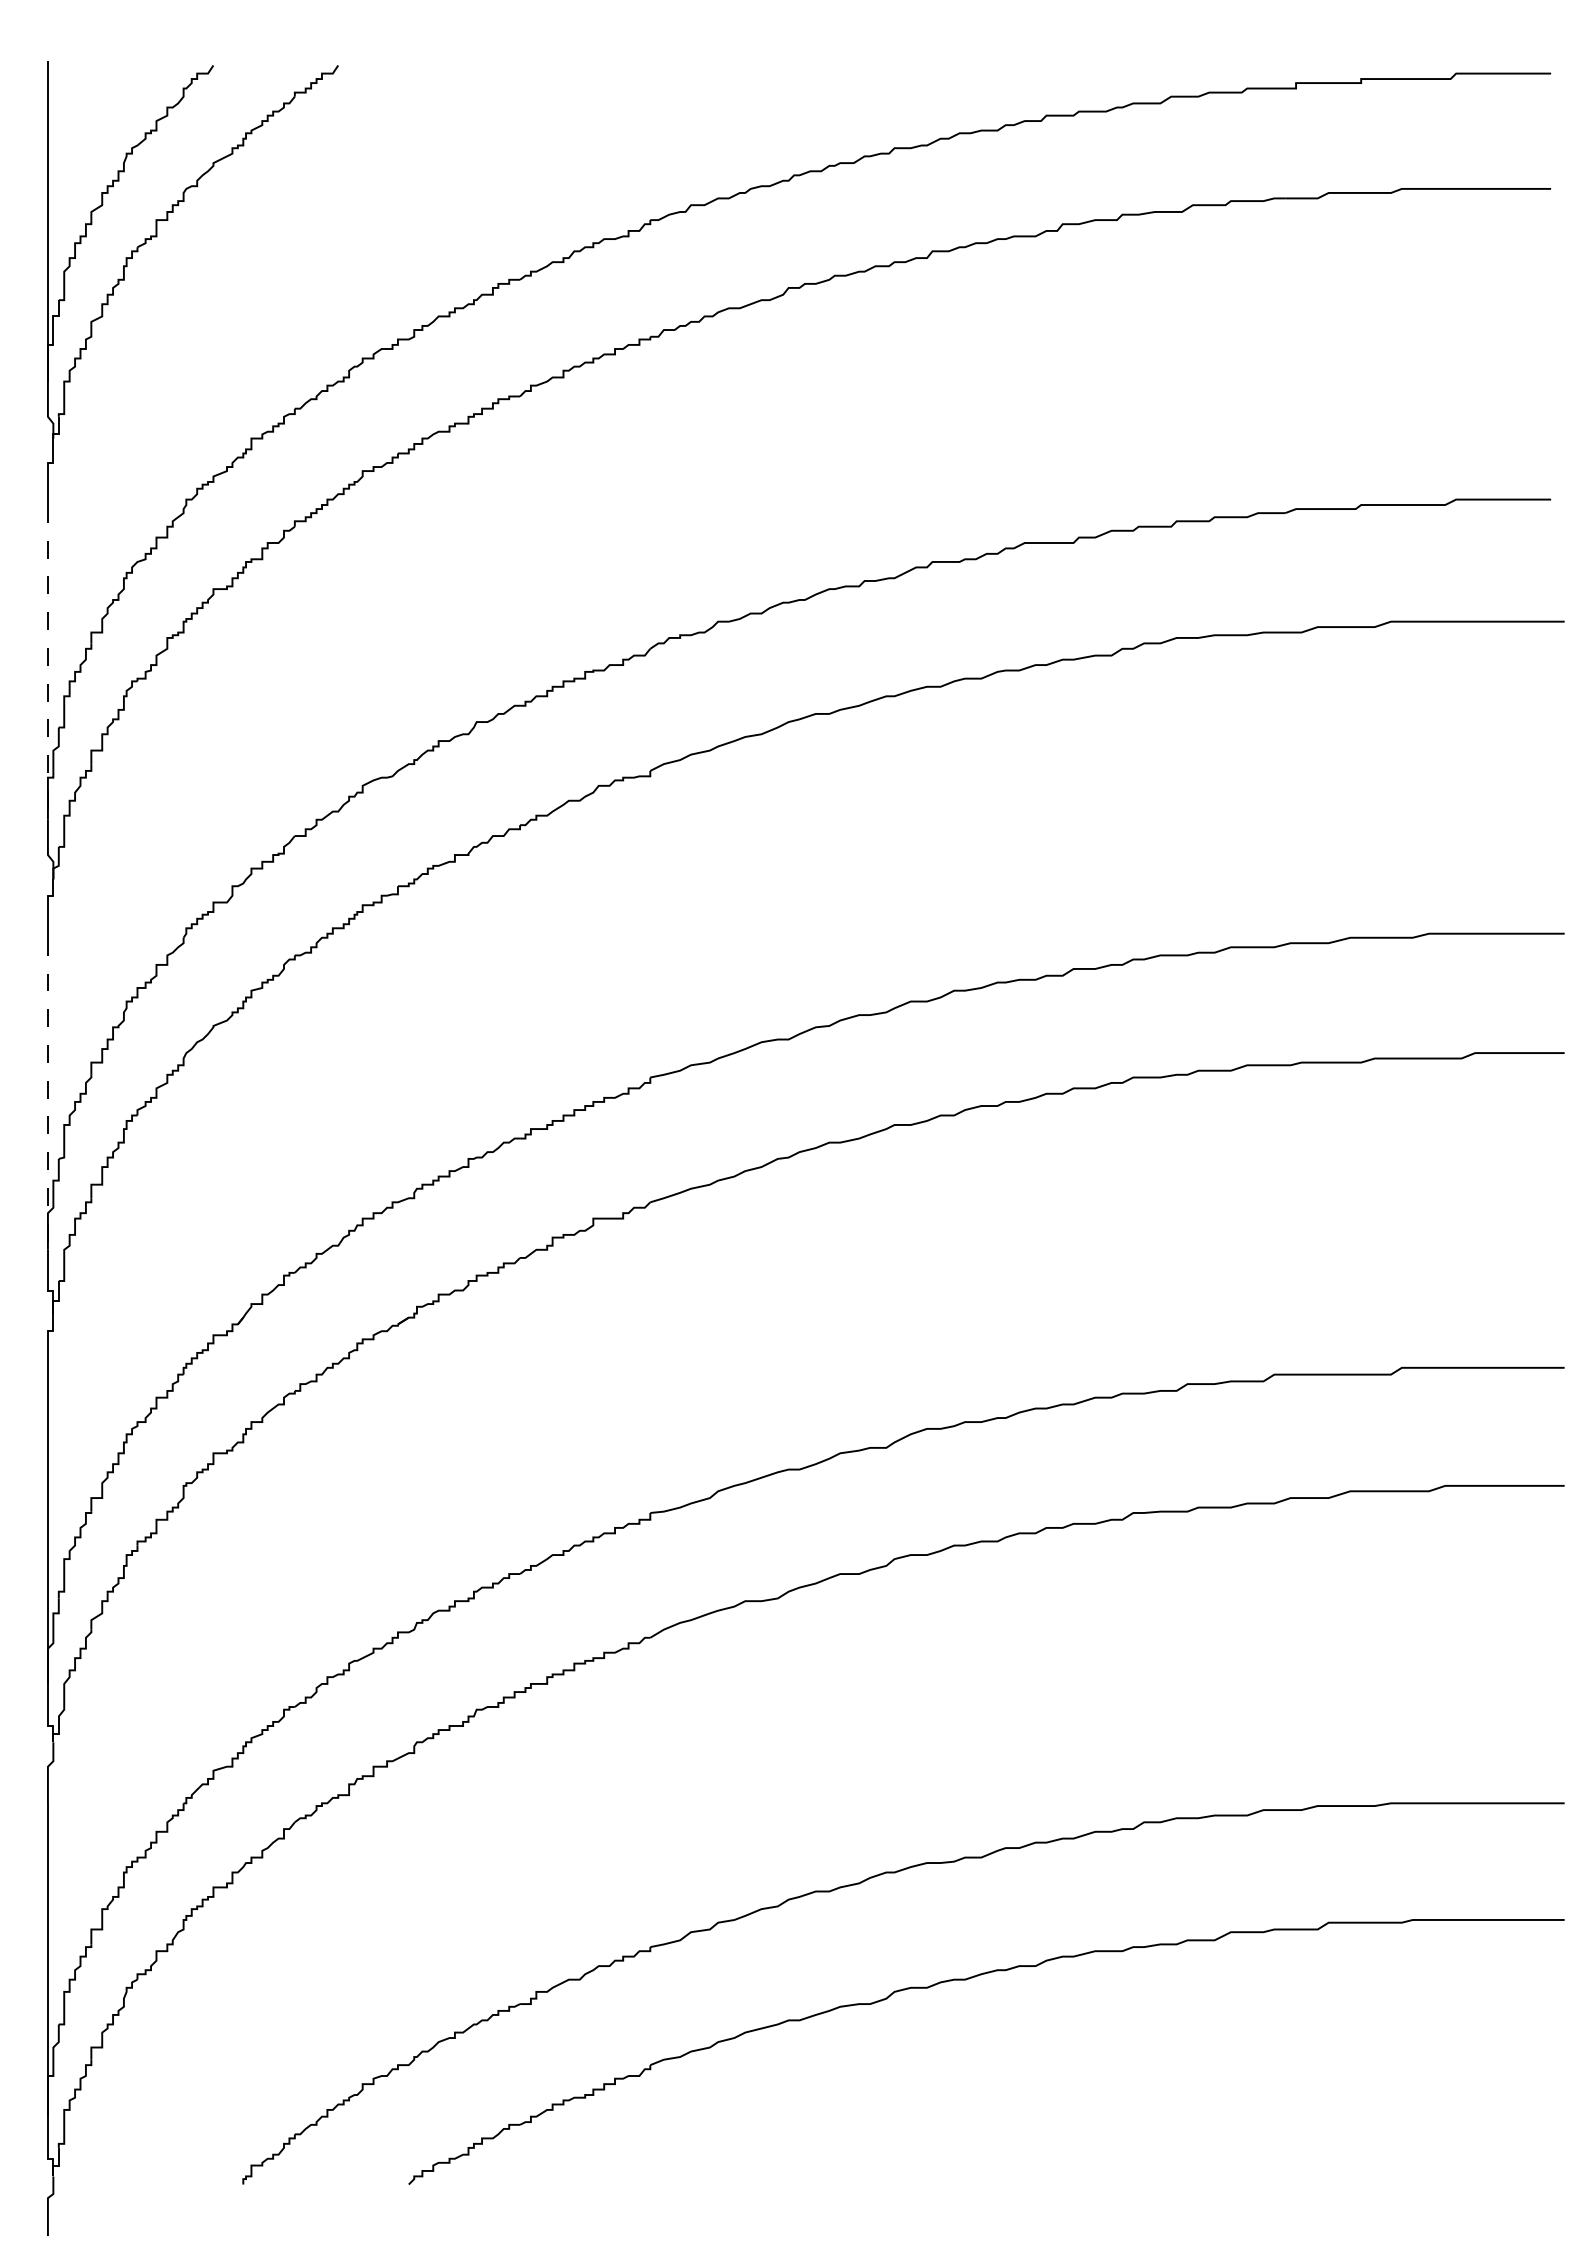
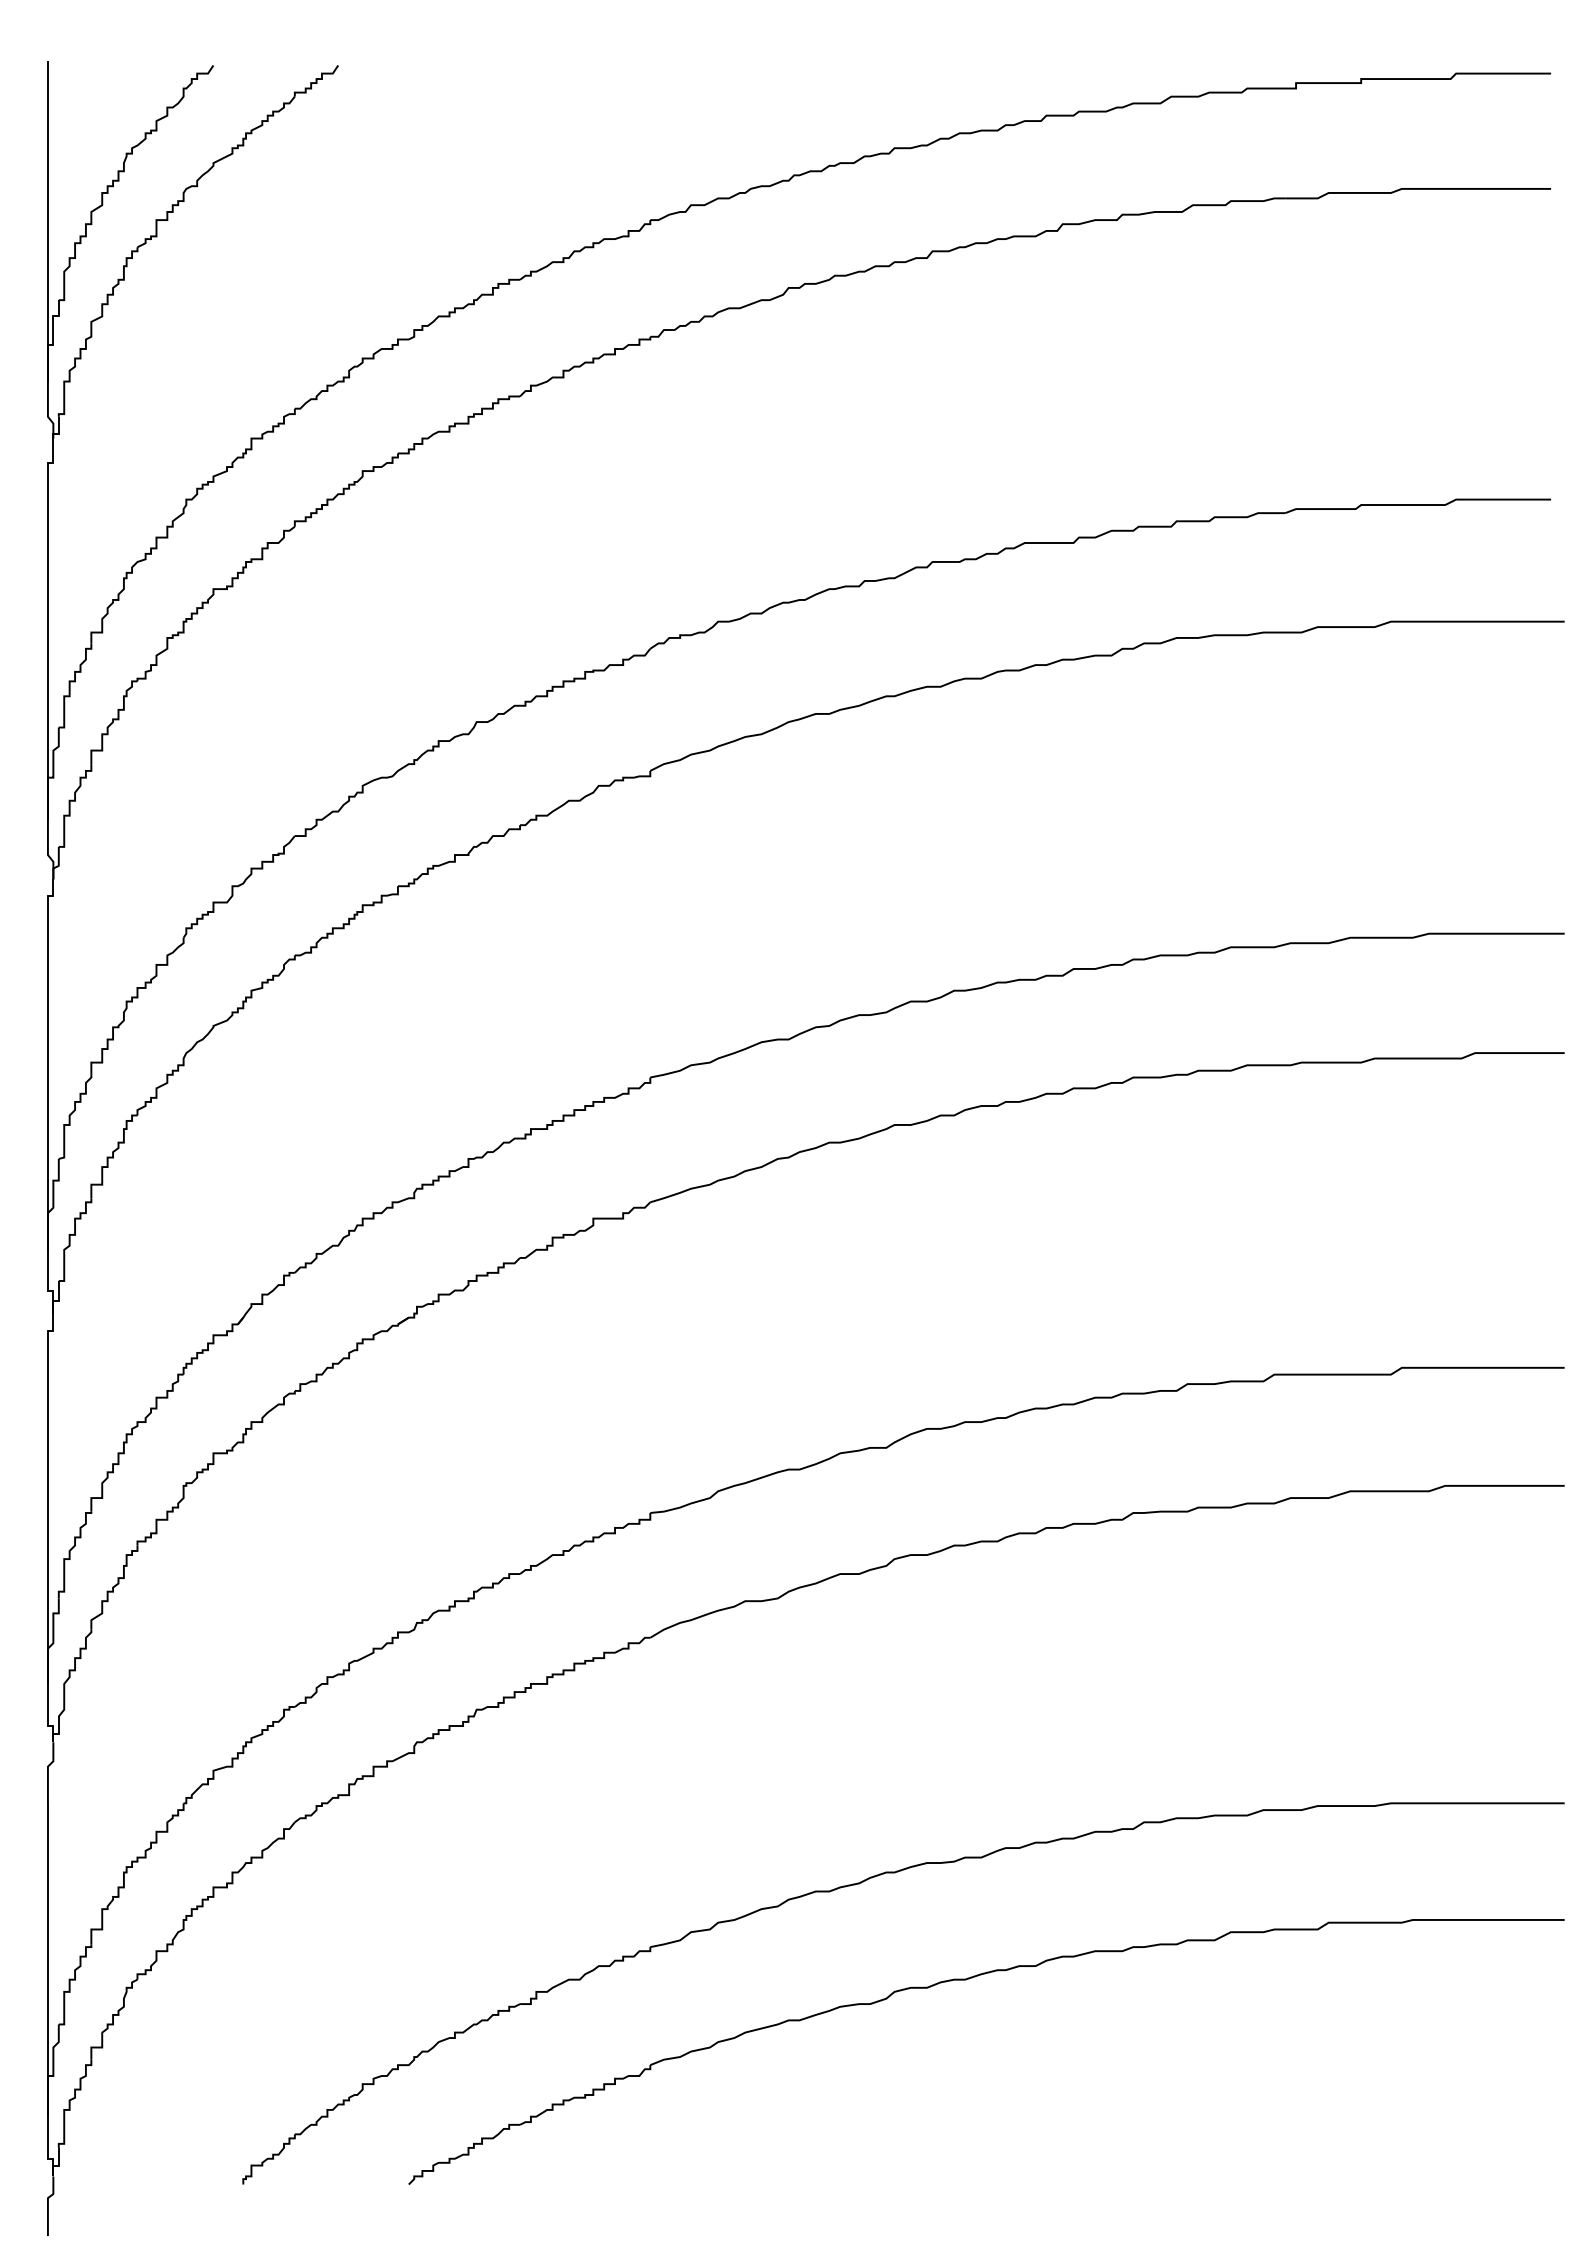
line at (47, 662): dashed -> solid
line at (47, 1094): dashed -> solid
